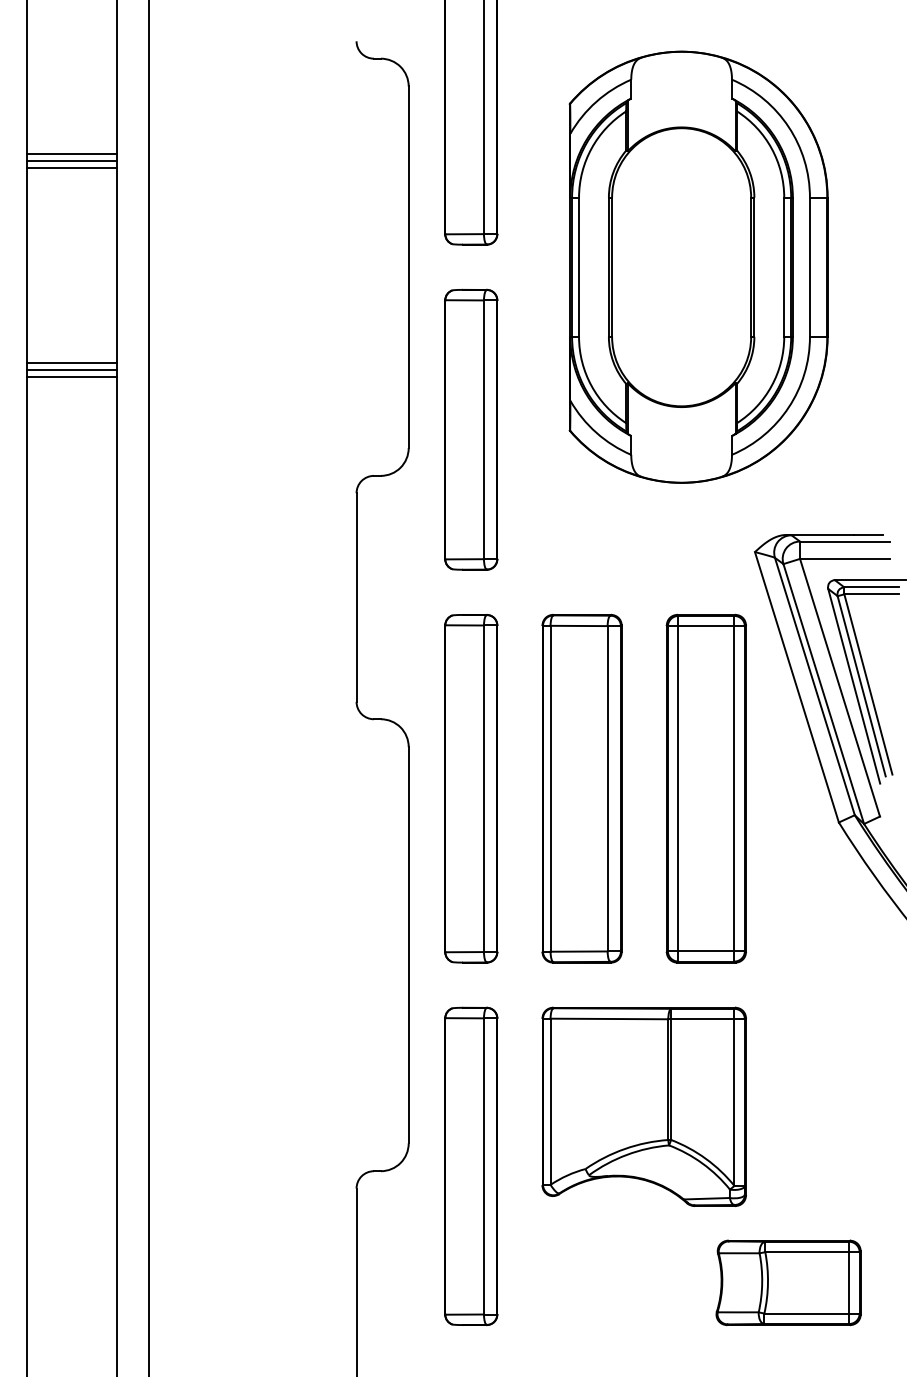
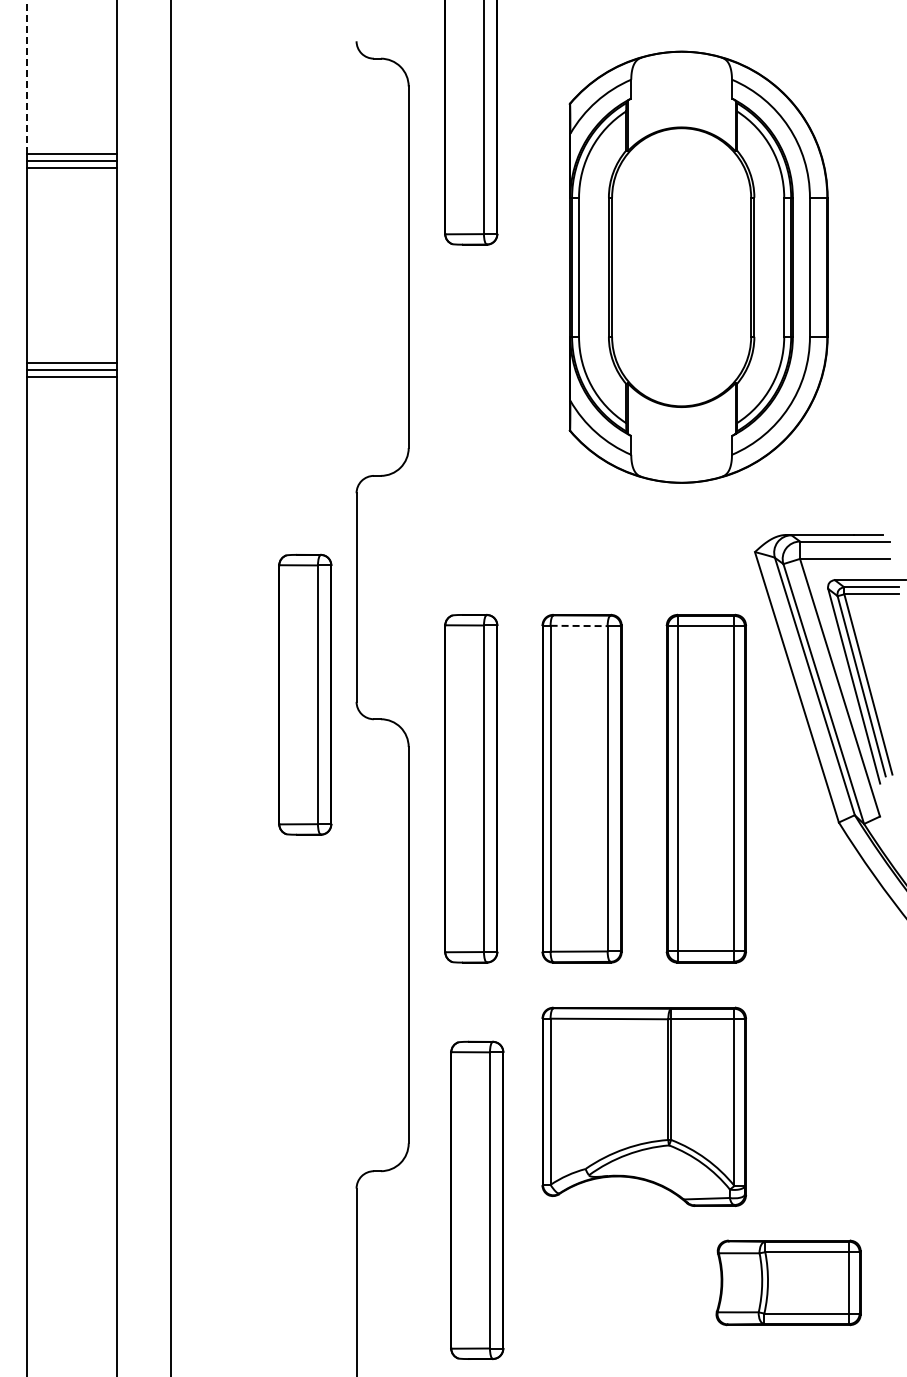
line at (27, 77): solid -> dashed
part at (471, 429) position: (471, 429) -> (305, 694)
line at (579, 625): solid -> dashed
line at (148, 687) position: (148, 687) -> (170, 687)
part at (471, 1165) position: (471, 1165) -> (477, 1199)
